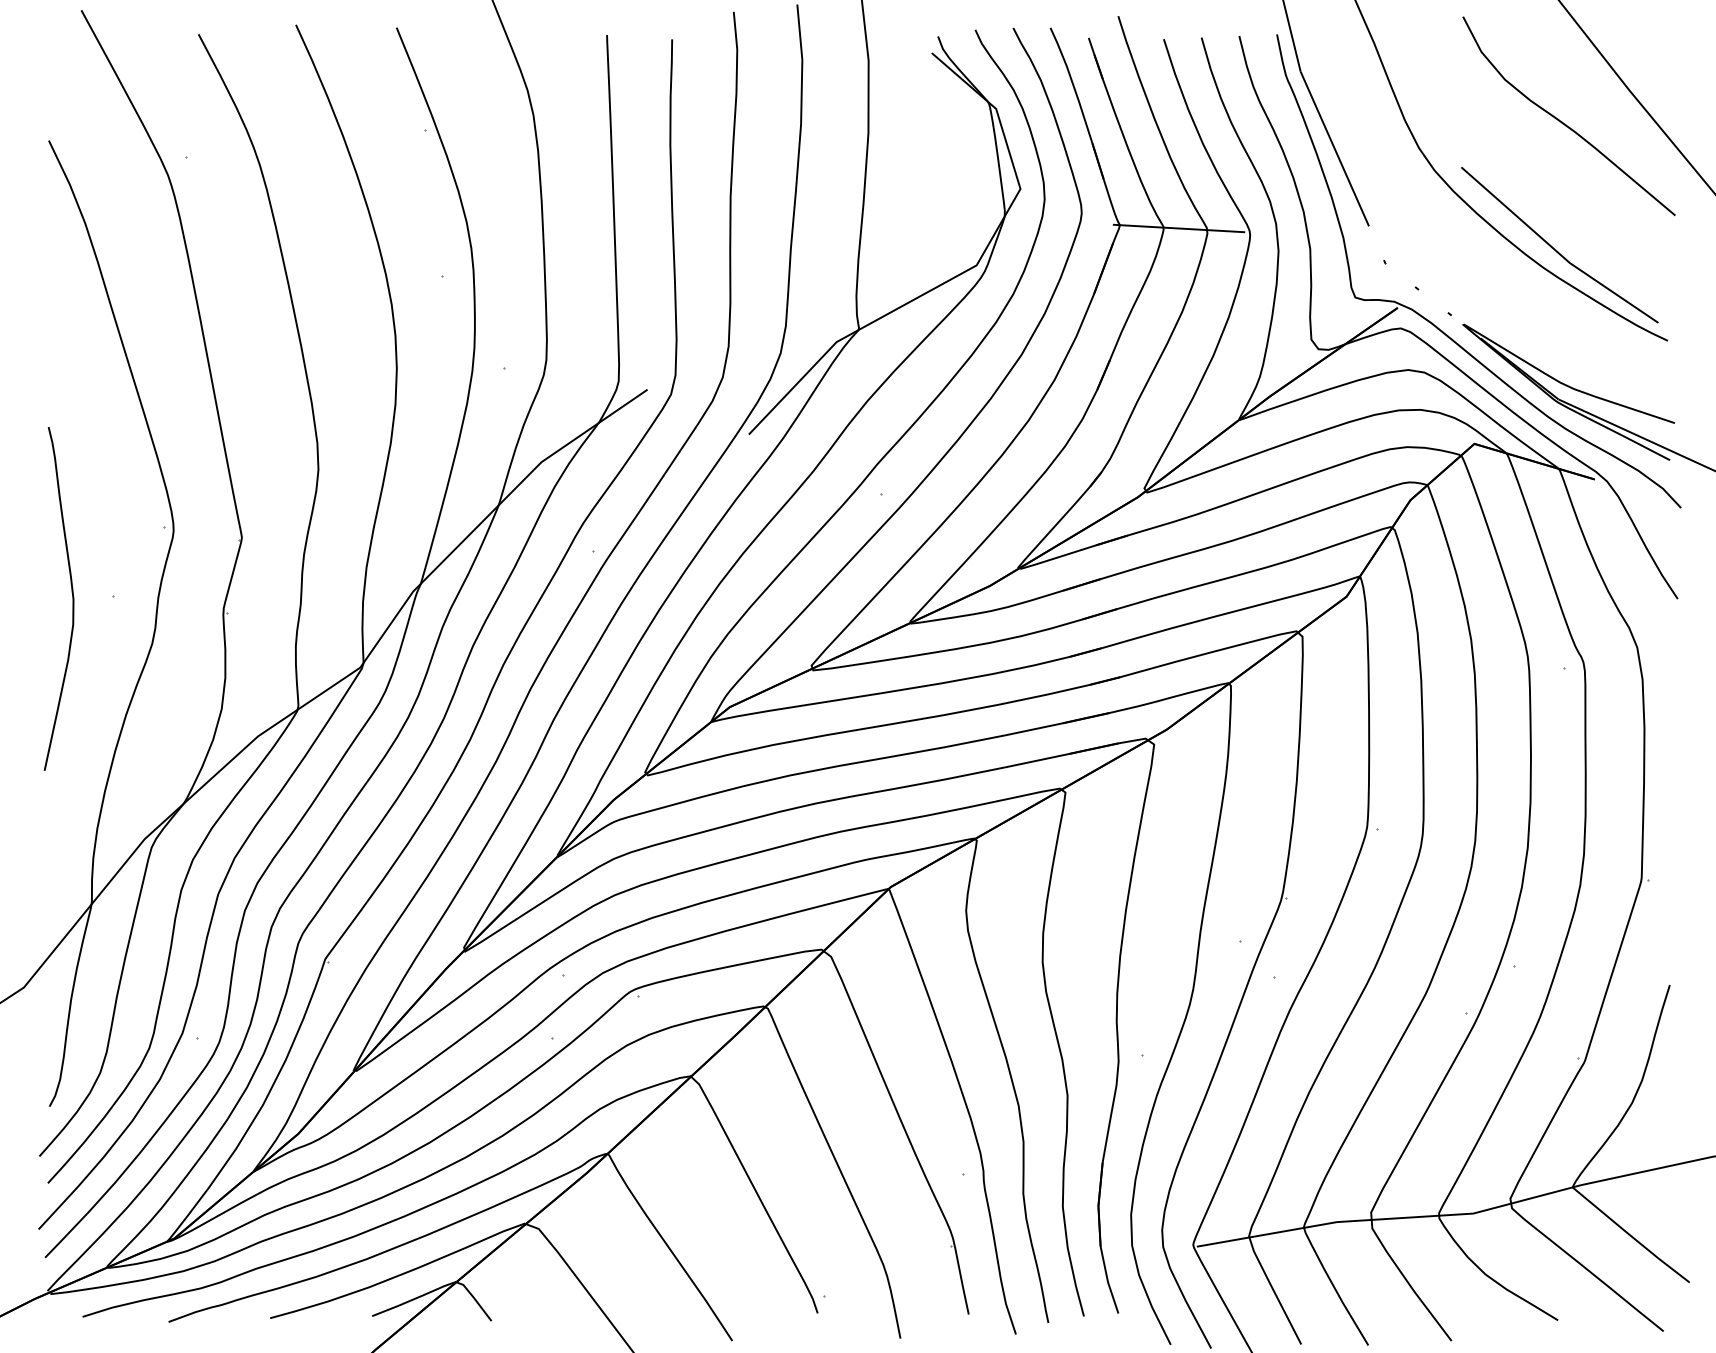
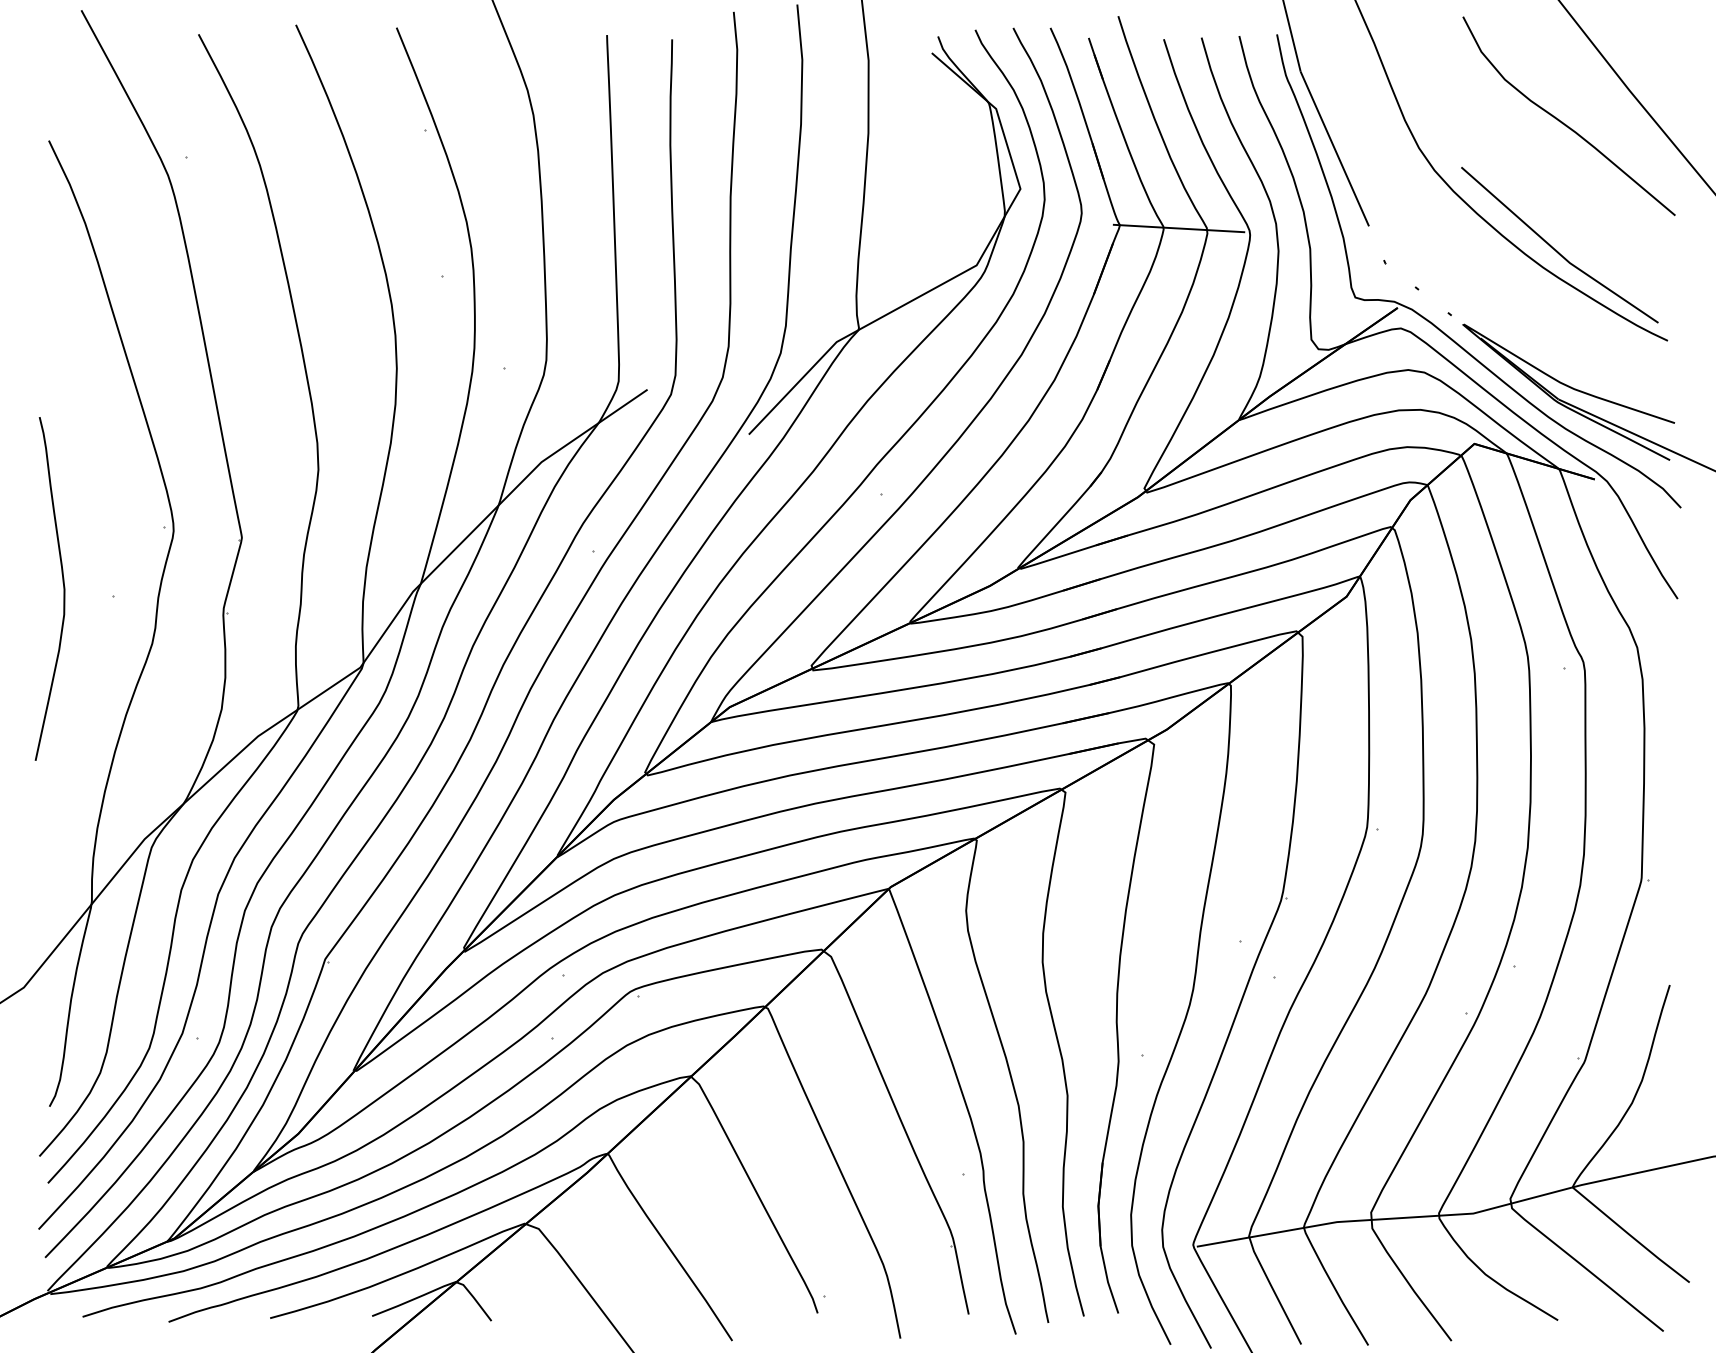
curve at (71, 593) position: (71, 593) -> (62, 583)
